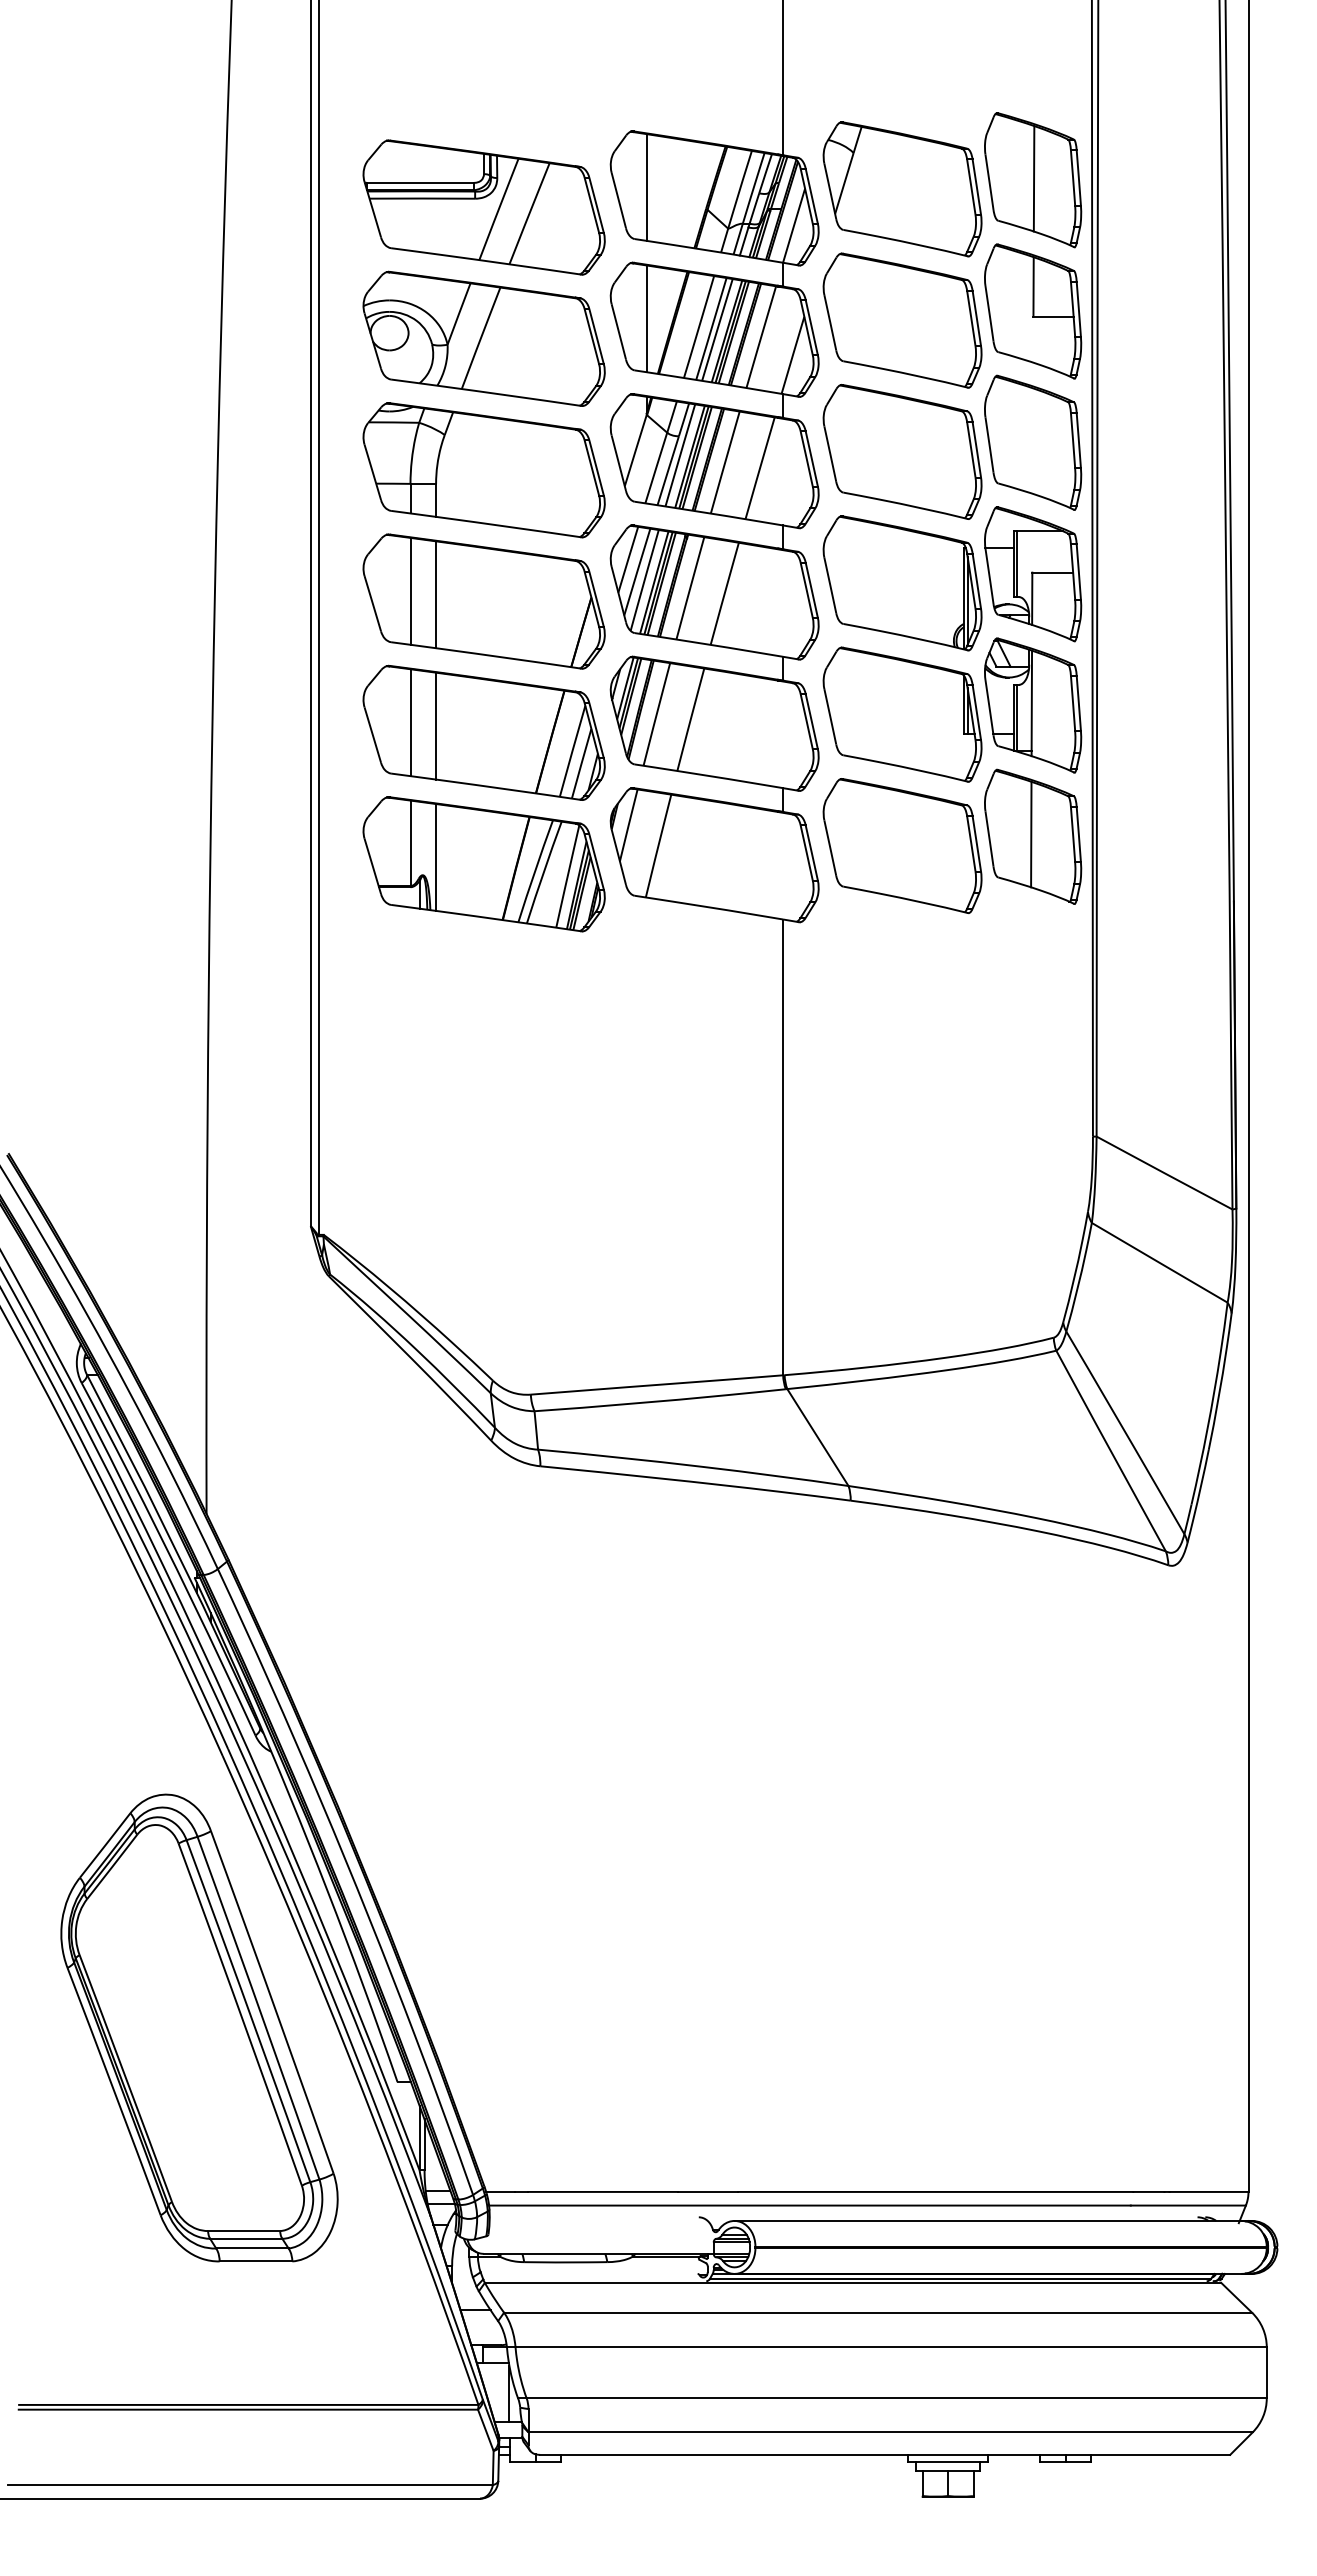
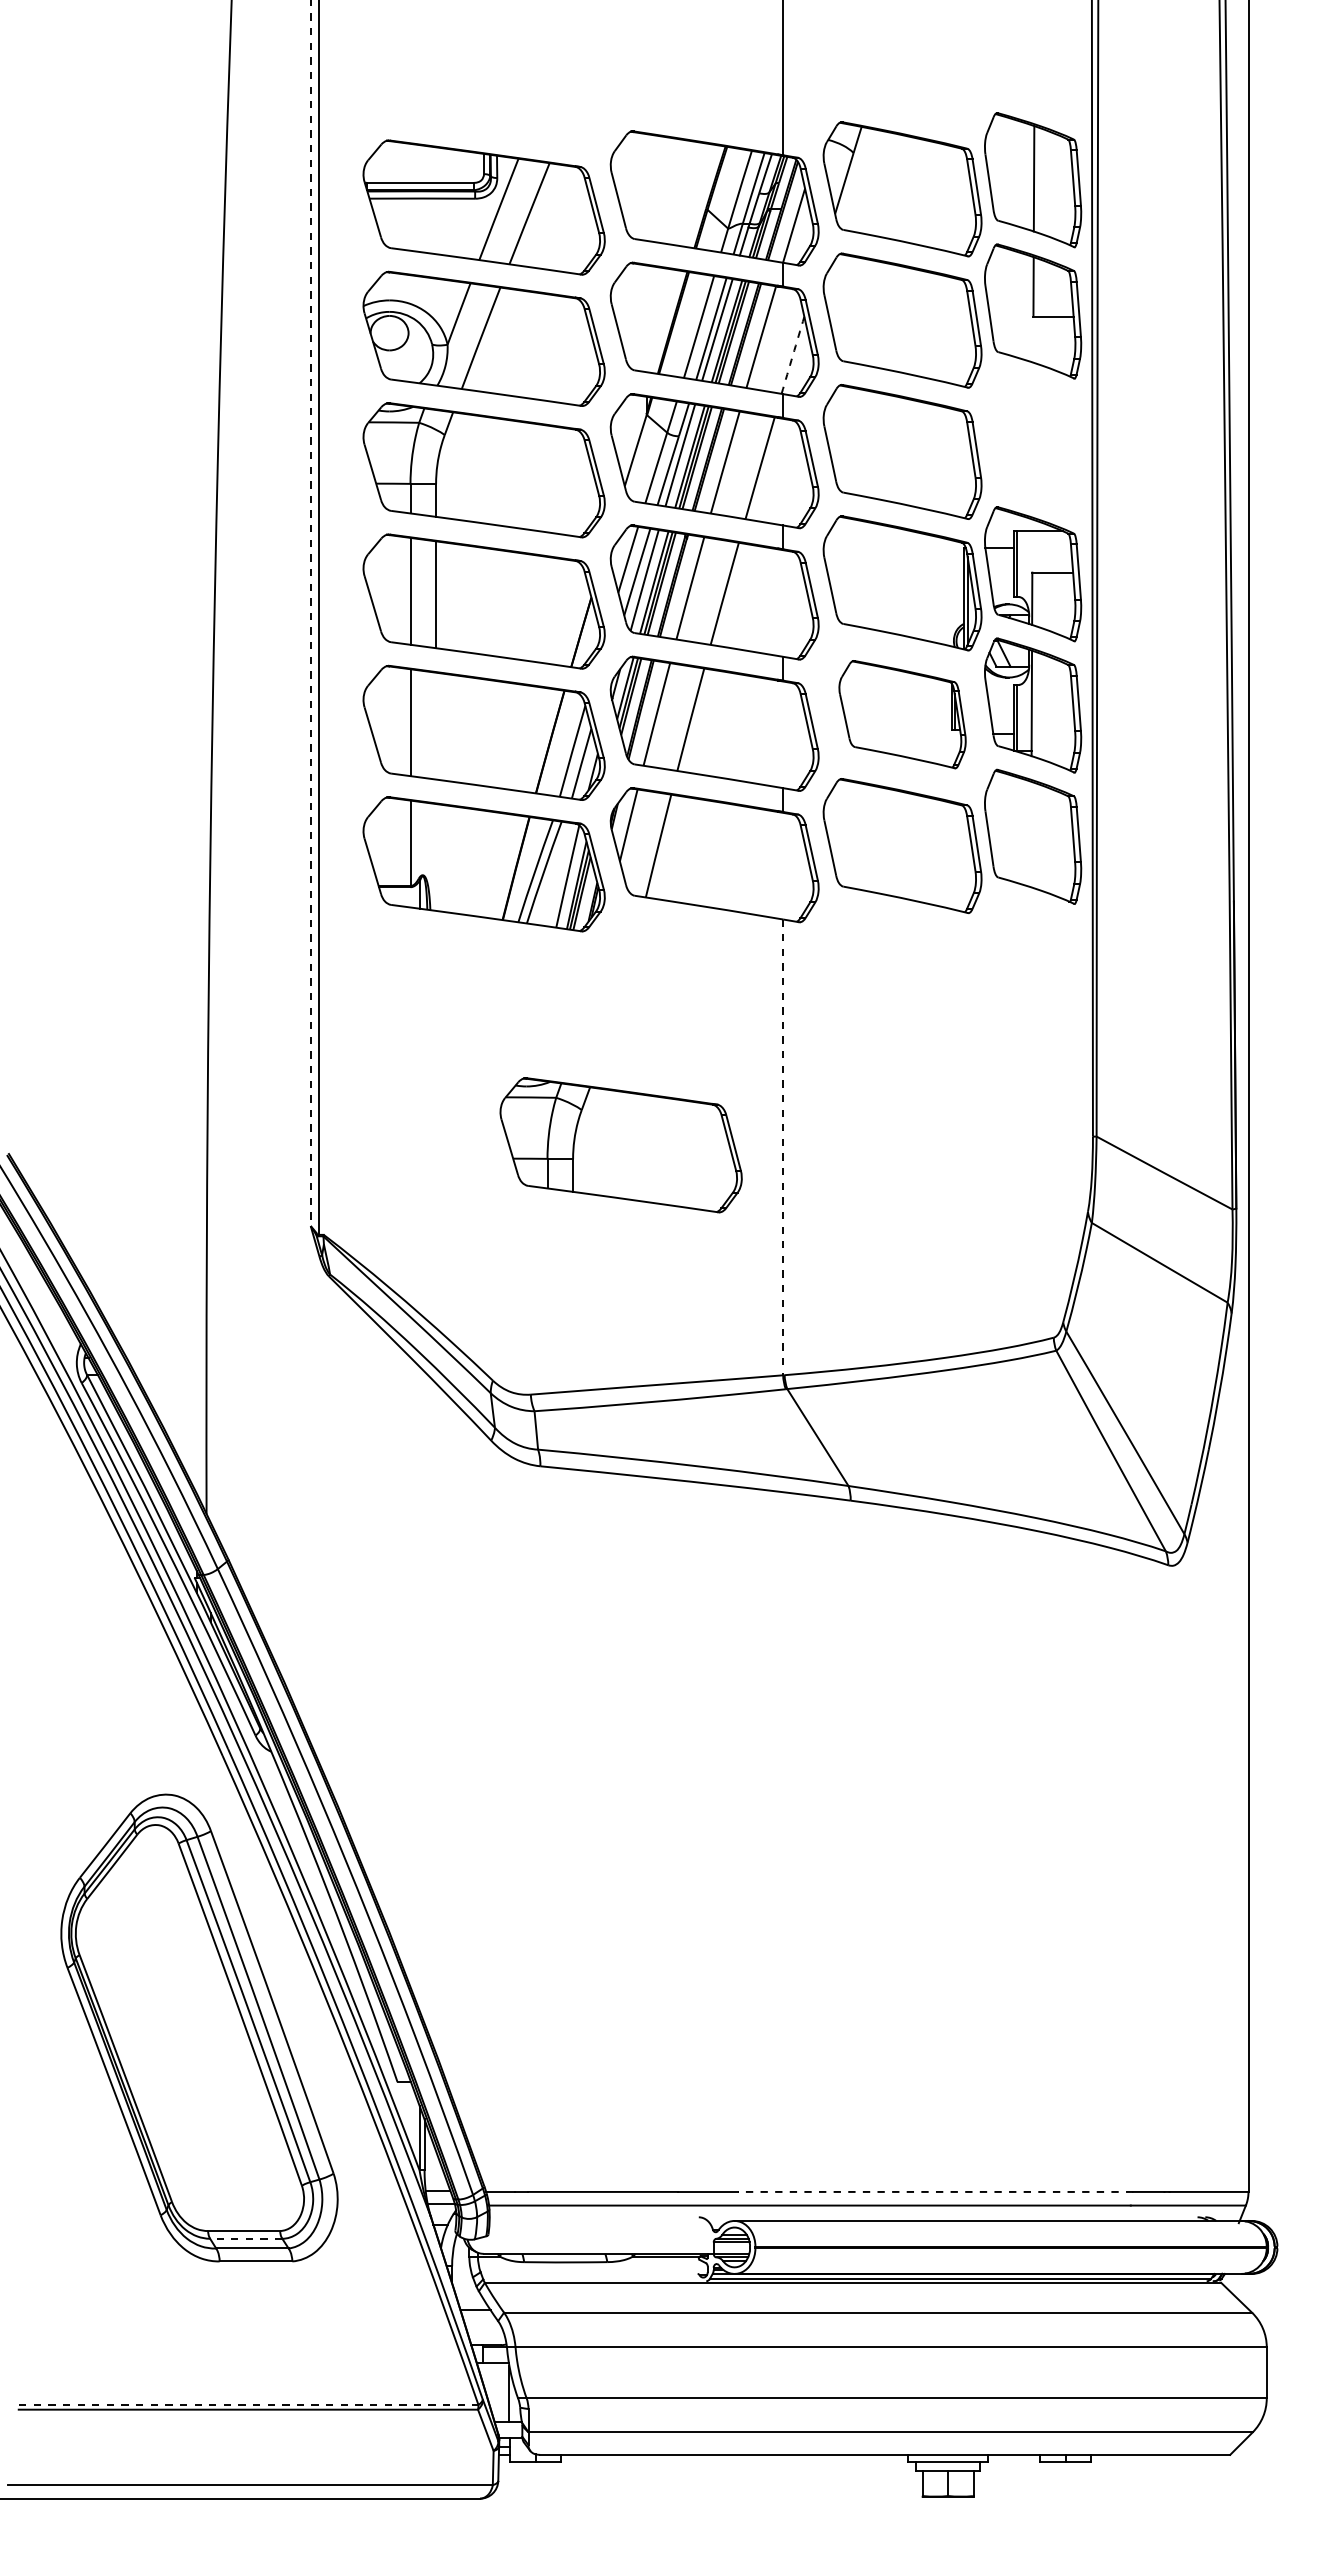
line at (646, 187): present -> none
line at (646, 318): present -> none
arc at (792, 355): solid -> dashed
part at (1033, 442): present -> none
line at (310, 613): solid -> dashed
part at (902, 714) size: 161x137 px -> 129x110 px
line at (436, 725): present -> none
line at (1031, 834): present -> none
line at (436, 857): present -> none
part at (620, 1145): none -> present
line at (783, 1147): solid -> dashed
line at (935, 2191): solid -> dashed
line at (245, 2238): solid -> dashed
line at (248, 2404): solid -> dashed
